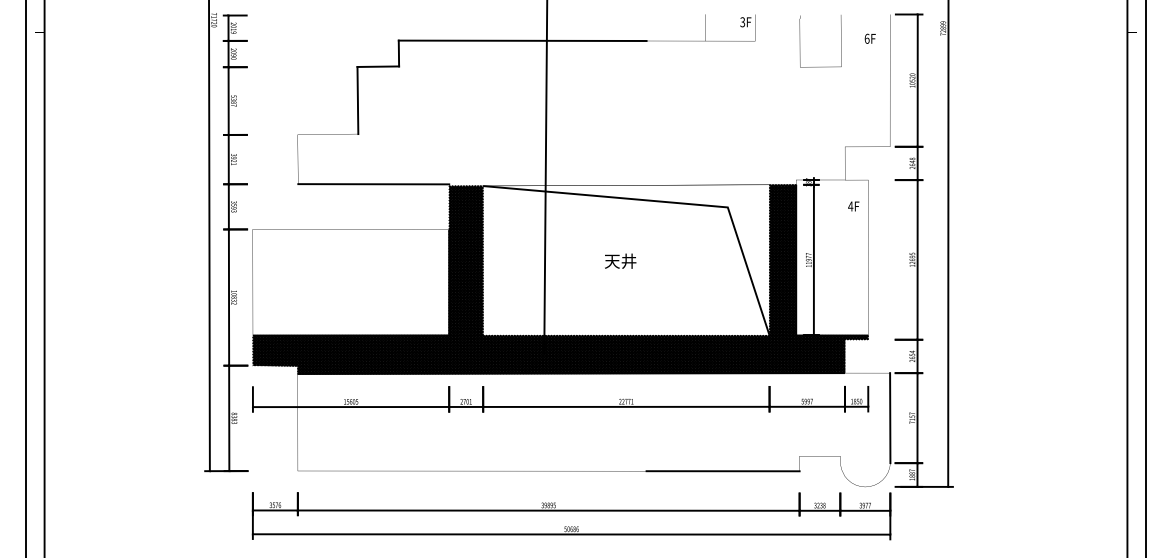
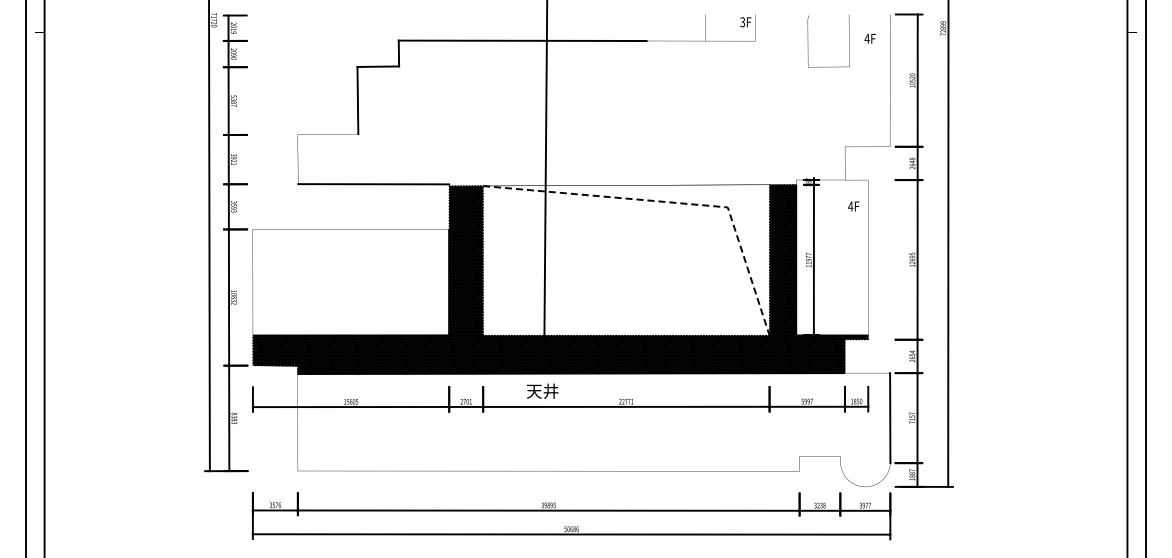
text at (866, 38): 6F -> 4F
curve at (800, 41) position: (800, 41) -> (808, 41)
line at (673, 202): solid -> dashed
text at (620, 260) position: (620, 260) -> (542, 390)
line at (722, 471): present -> none
